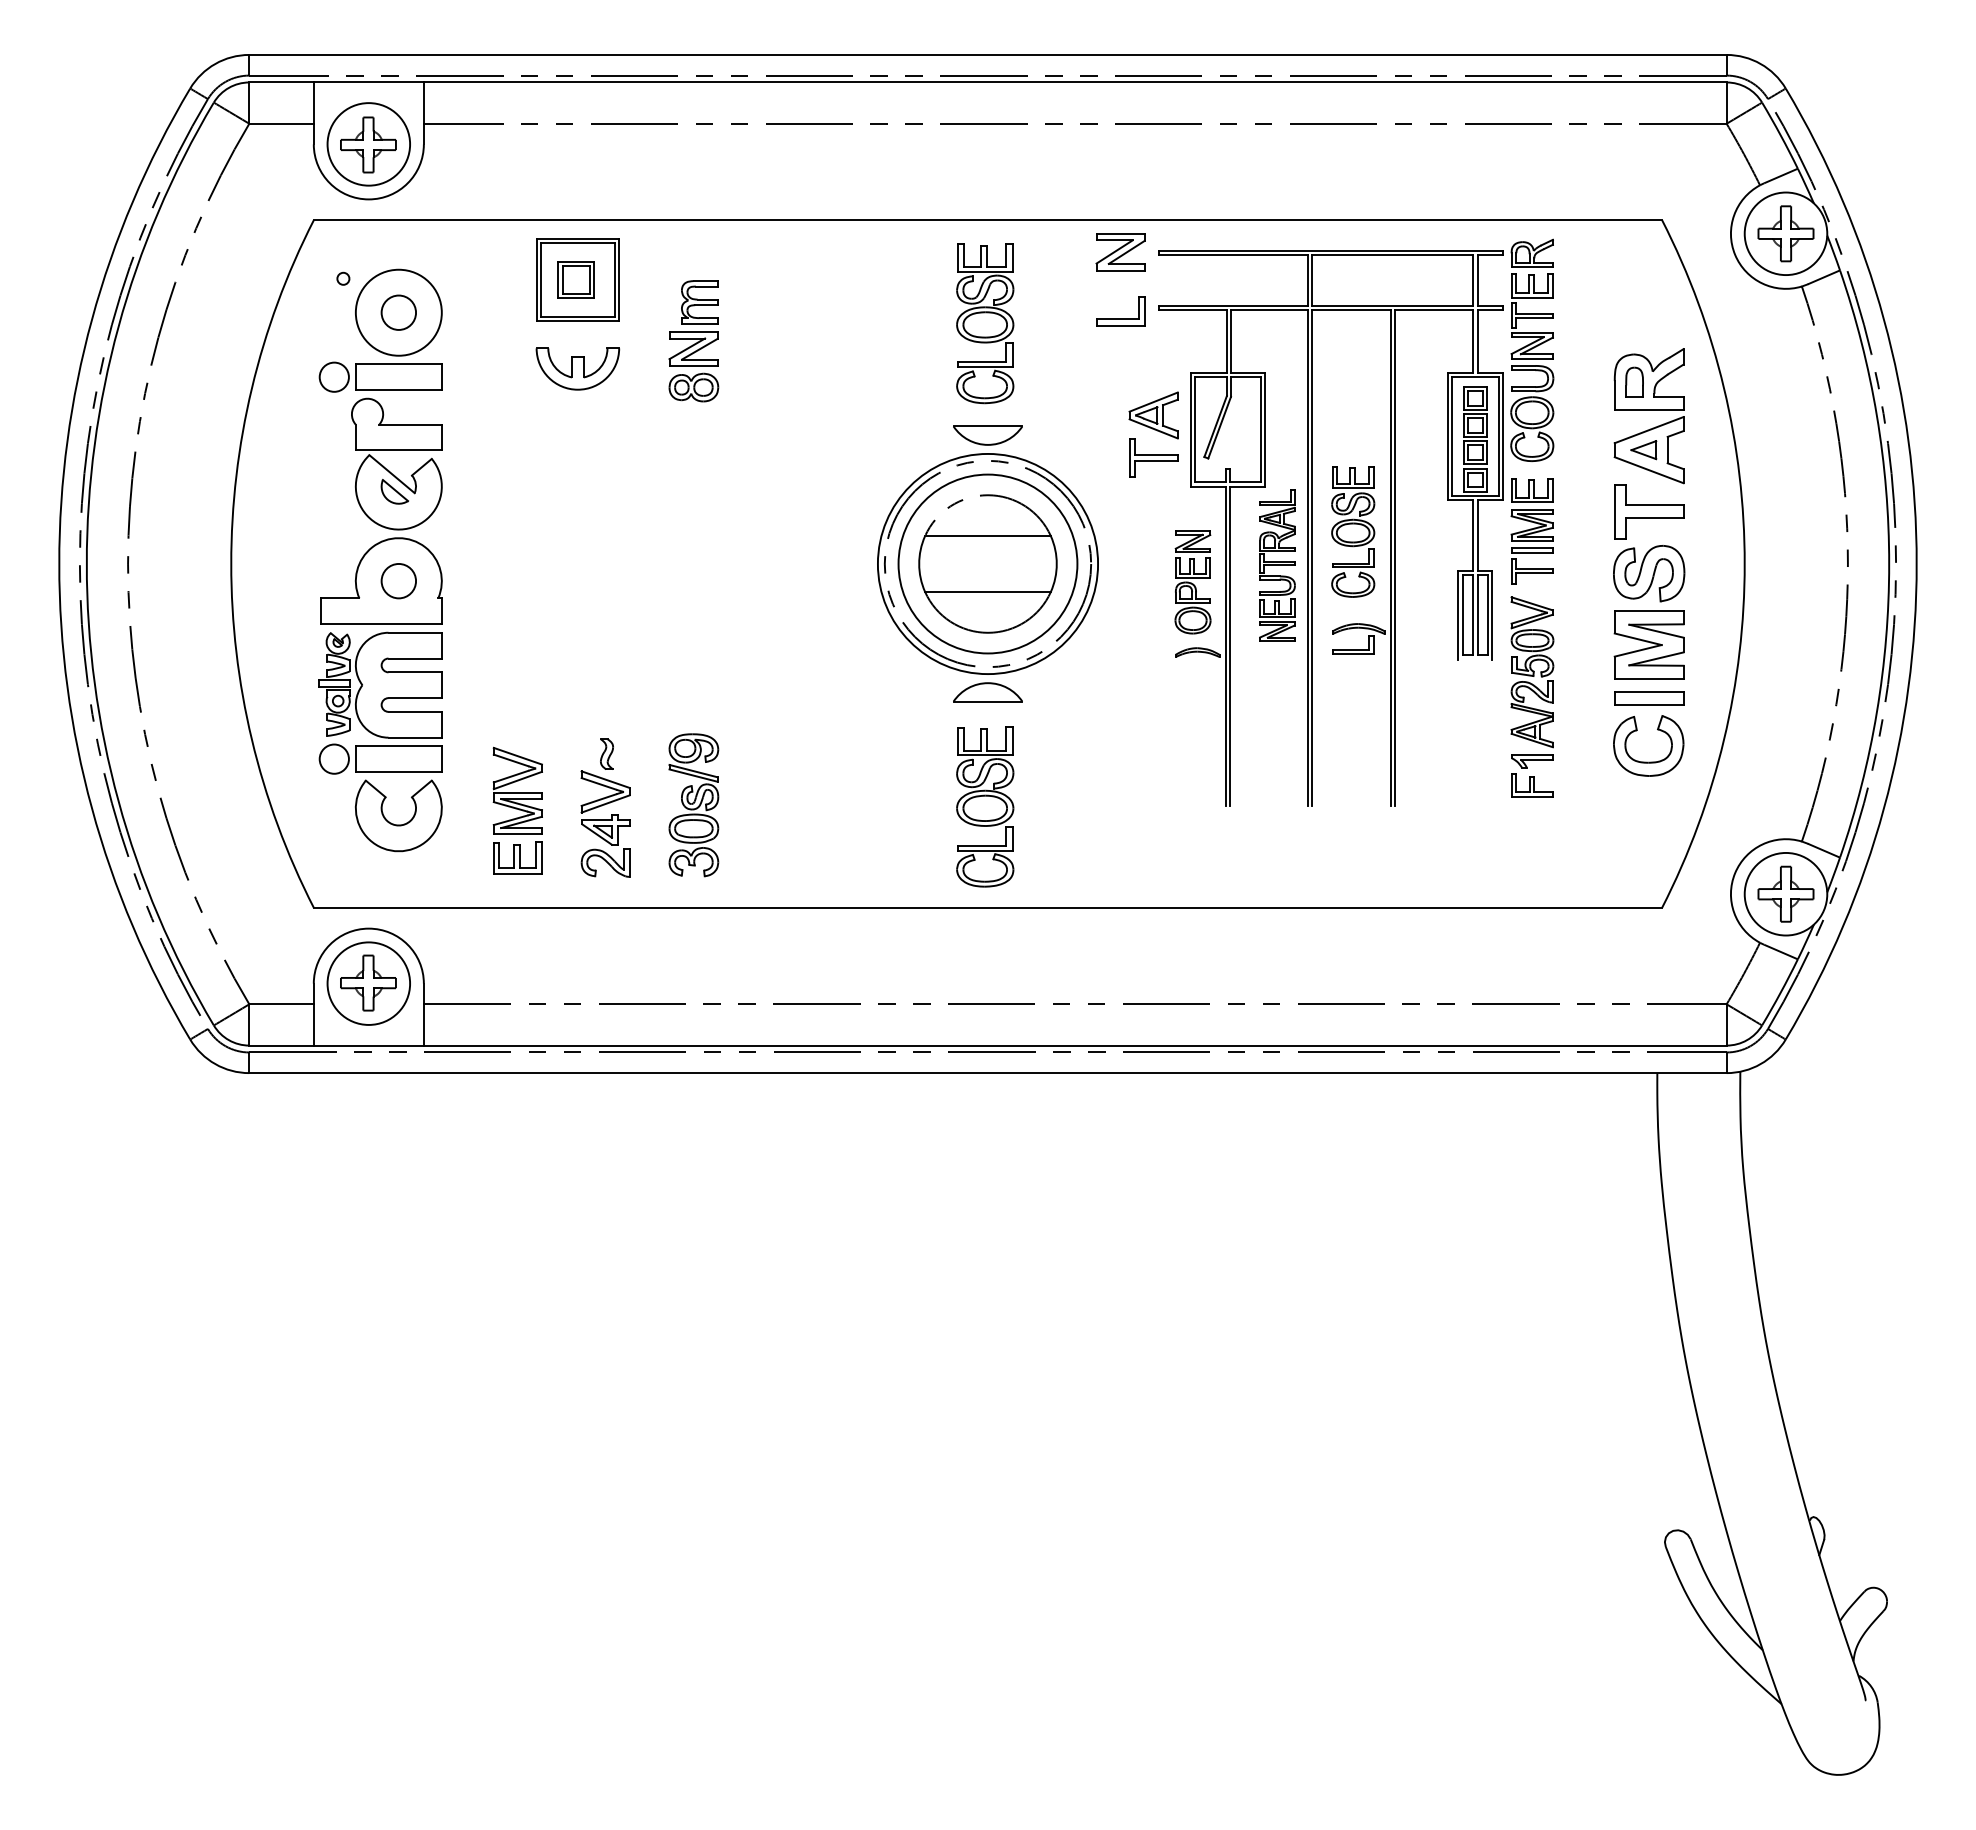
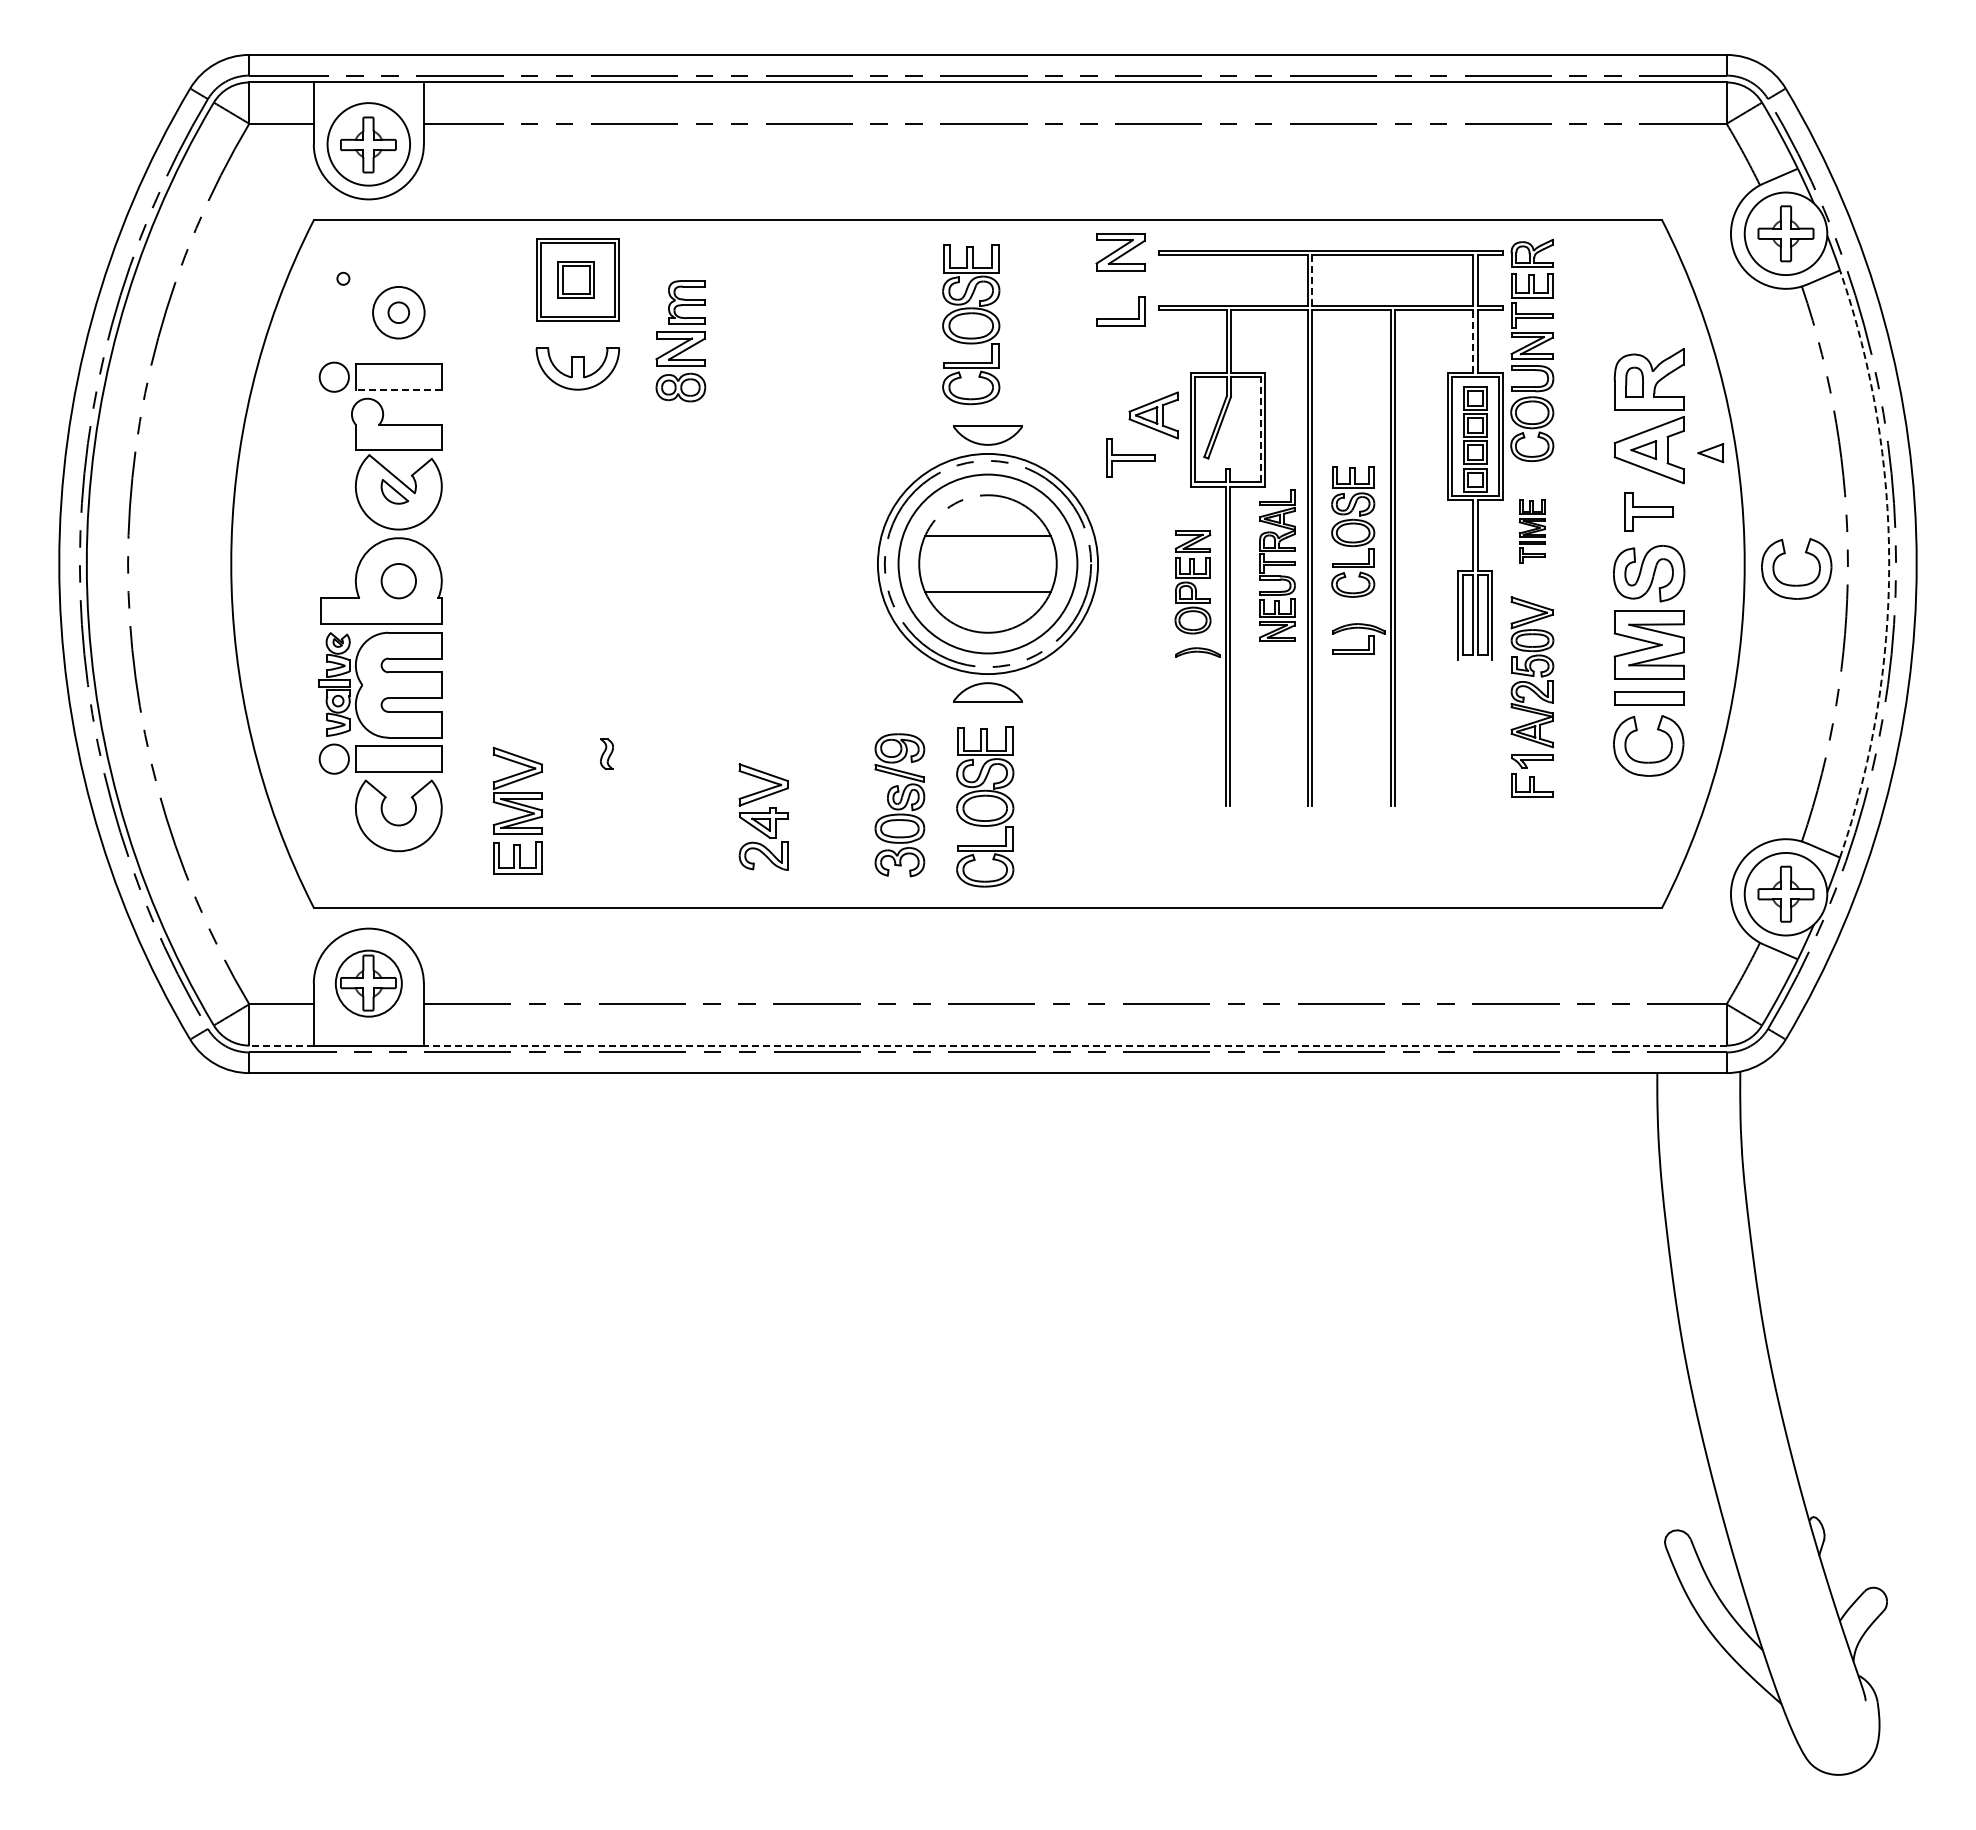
line at (1312, 280): solid -> dashed
circle at (398, 312) diameter: 34 px -> 21 px
circle at (398, 312) diameter: 86 px -> 52 px
part at (985, 323) position: (985, 323) -> (971, 324)
part at (693, 341) position: (693, 341) -> (680, 341)
line at (1473, 341): solid -> dashed
line at (398, 390): solid -> dashed
line at (1260, 429): solid -> dashed
part at (1710, 453): none -> present
part at (1153, 457) position: (1153, 457) -> (1130, 457)
part at (1649, 511) size: 71x56 px -> 50x40 px
part at (1531, 531) size: 44x107 px -> 28x65 px
arc at (1889, 564): solid -> dashed
part at (1796, 584): none -> present
part at (693, 805) position: (693, 805) -> (899, 805)
part at (605, 823) position: (605, 823) -> (763, 816)
circle at (368, 983) diameter: 83 px -> 66 px
line at (281, 1045): solid -> dashed
line at (1074, 1045): solid -> dashed
